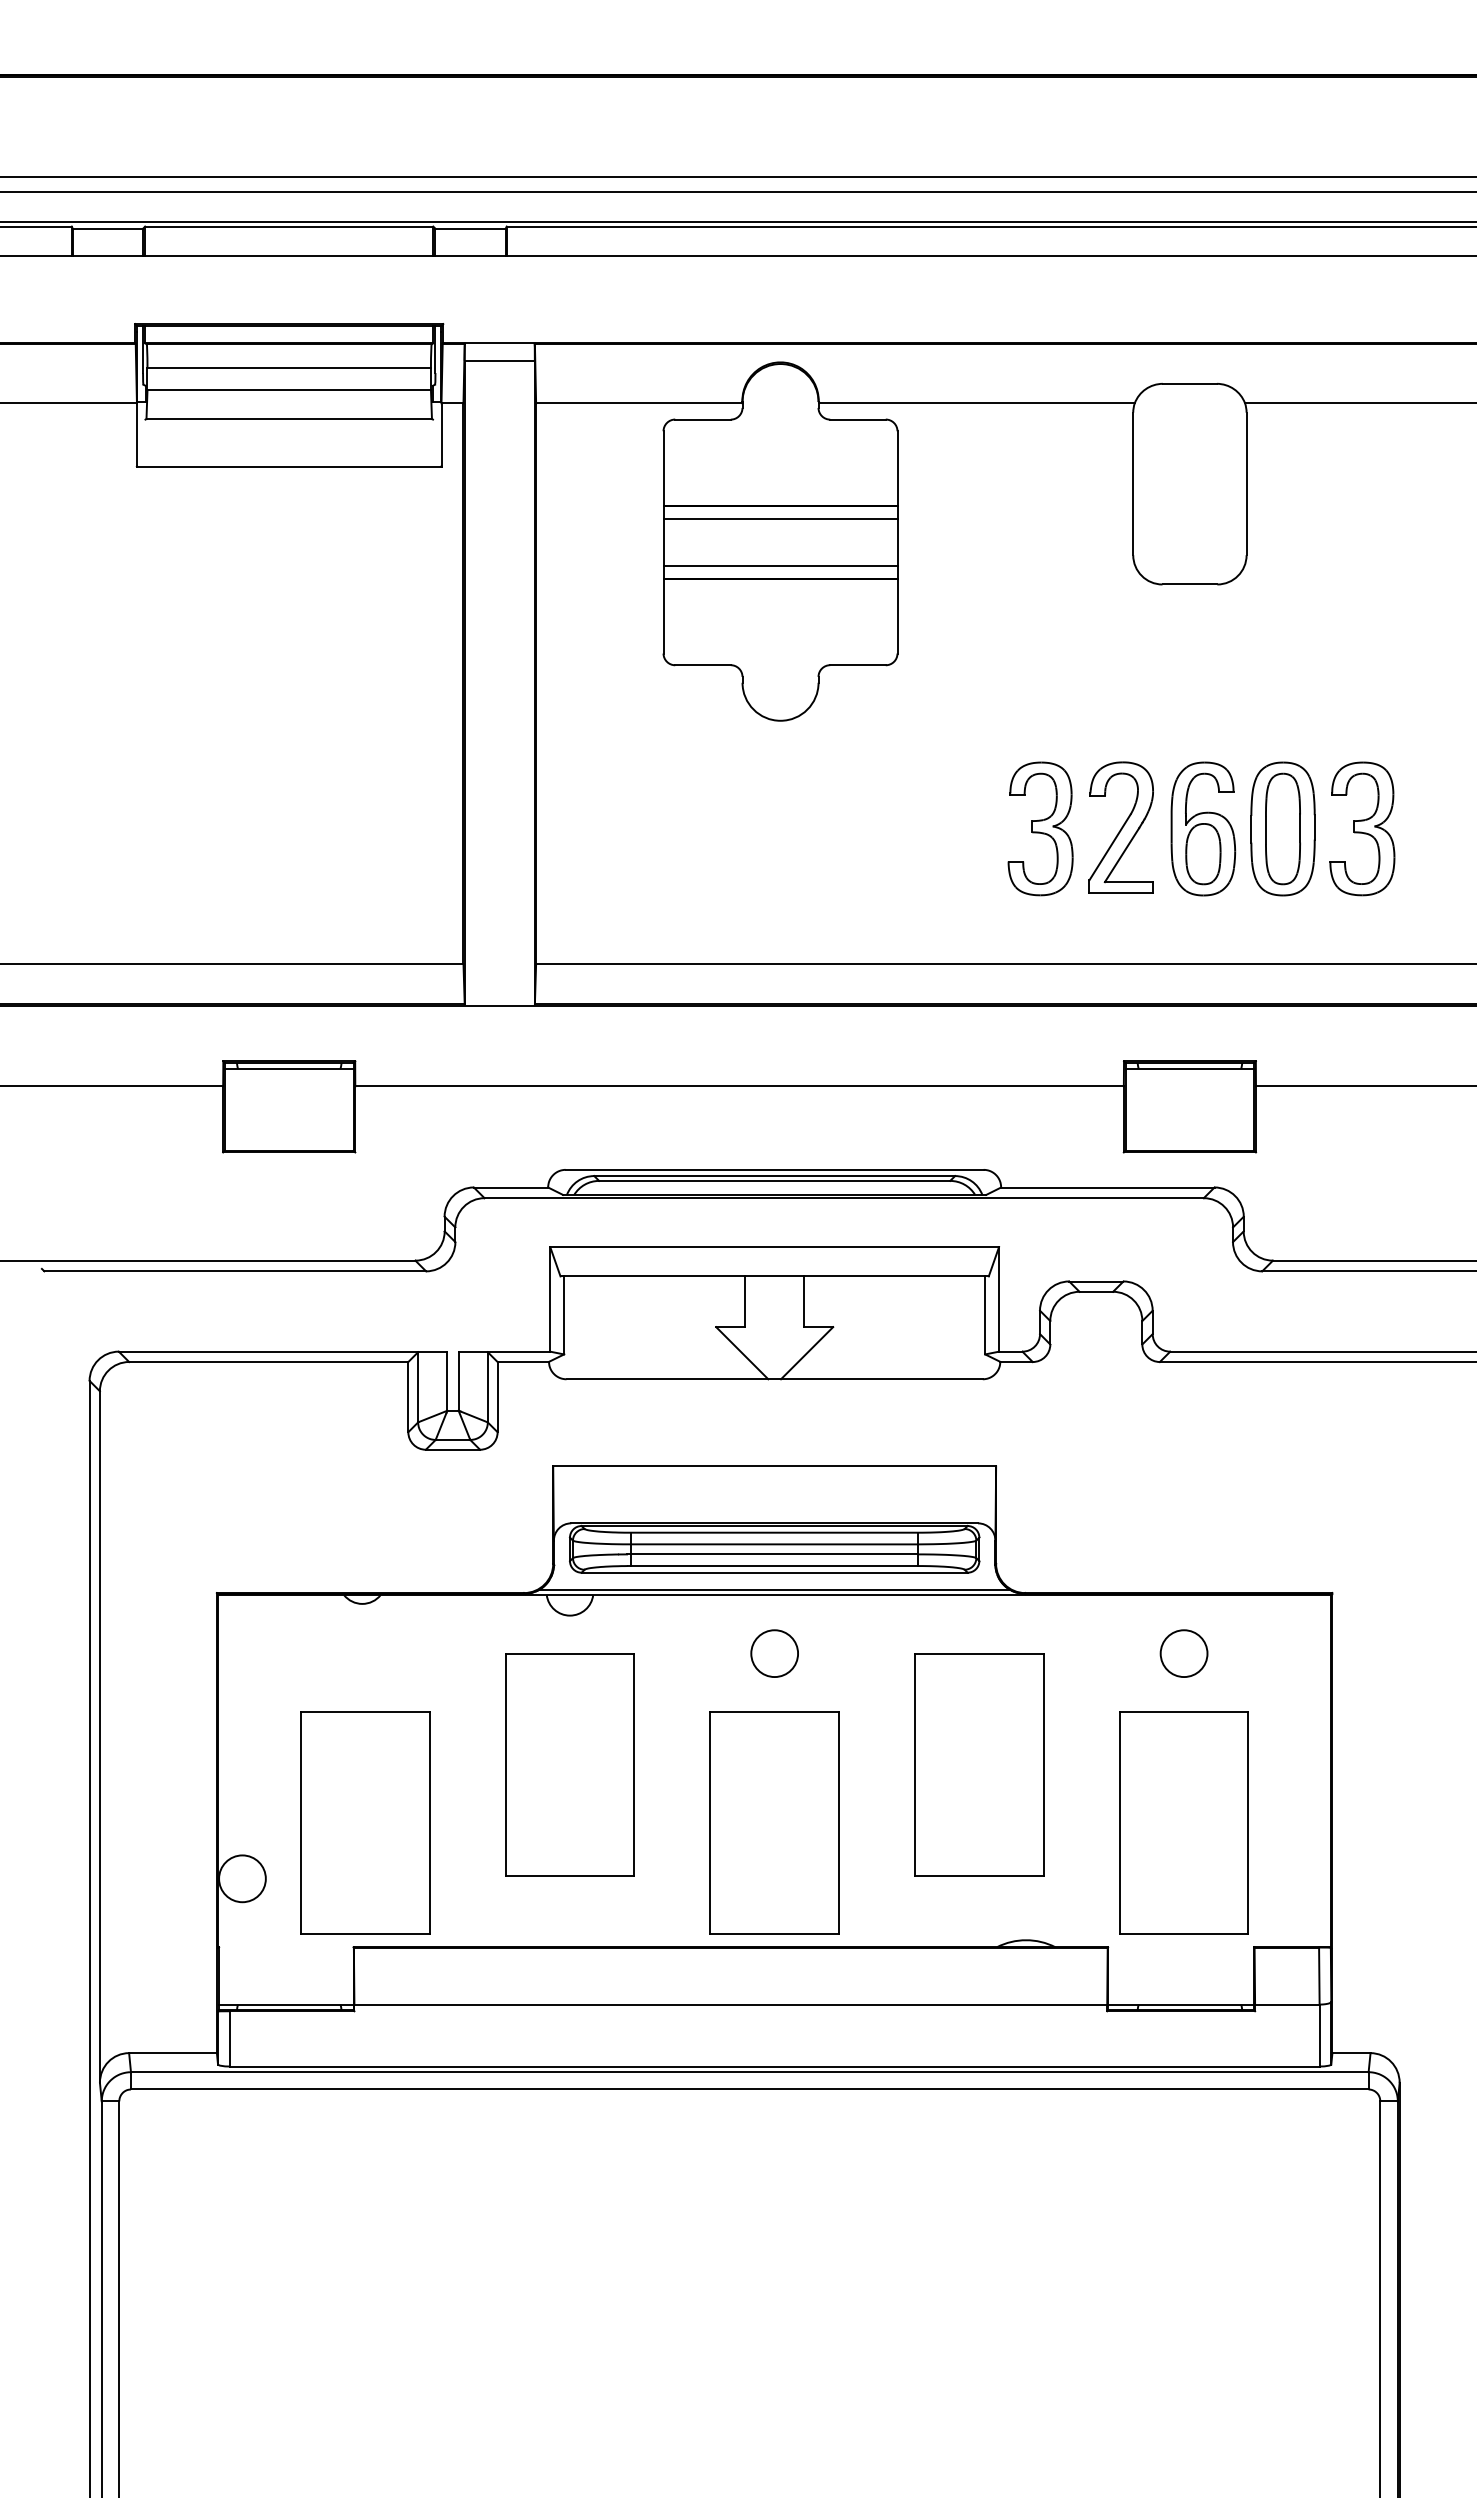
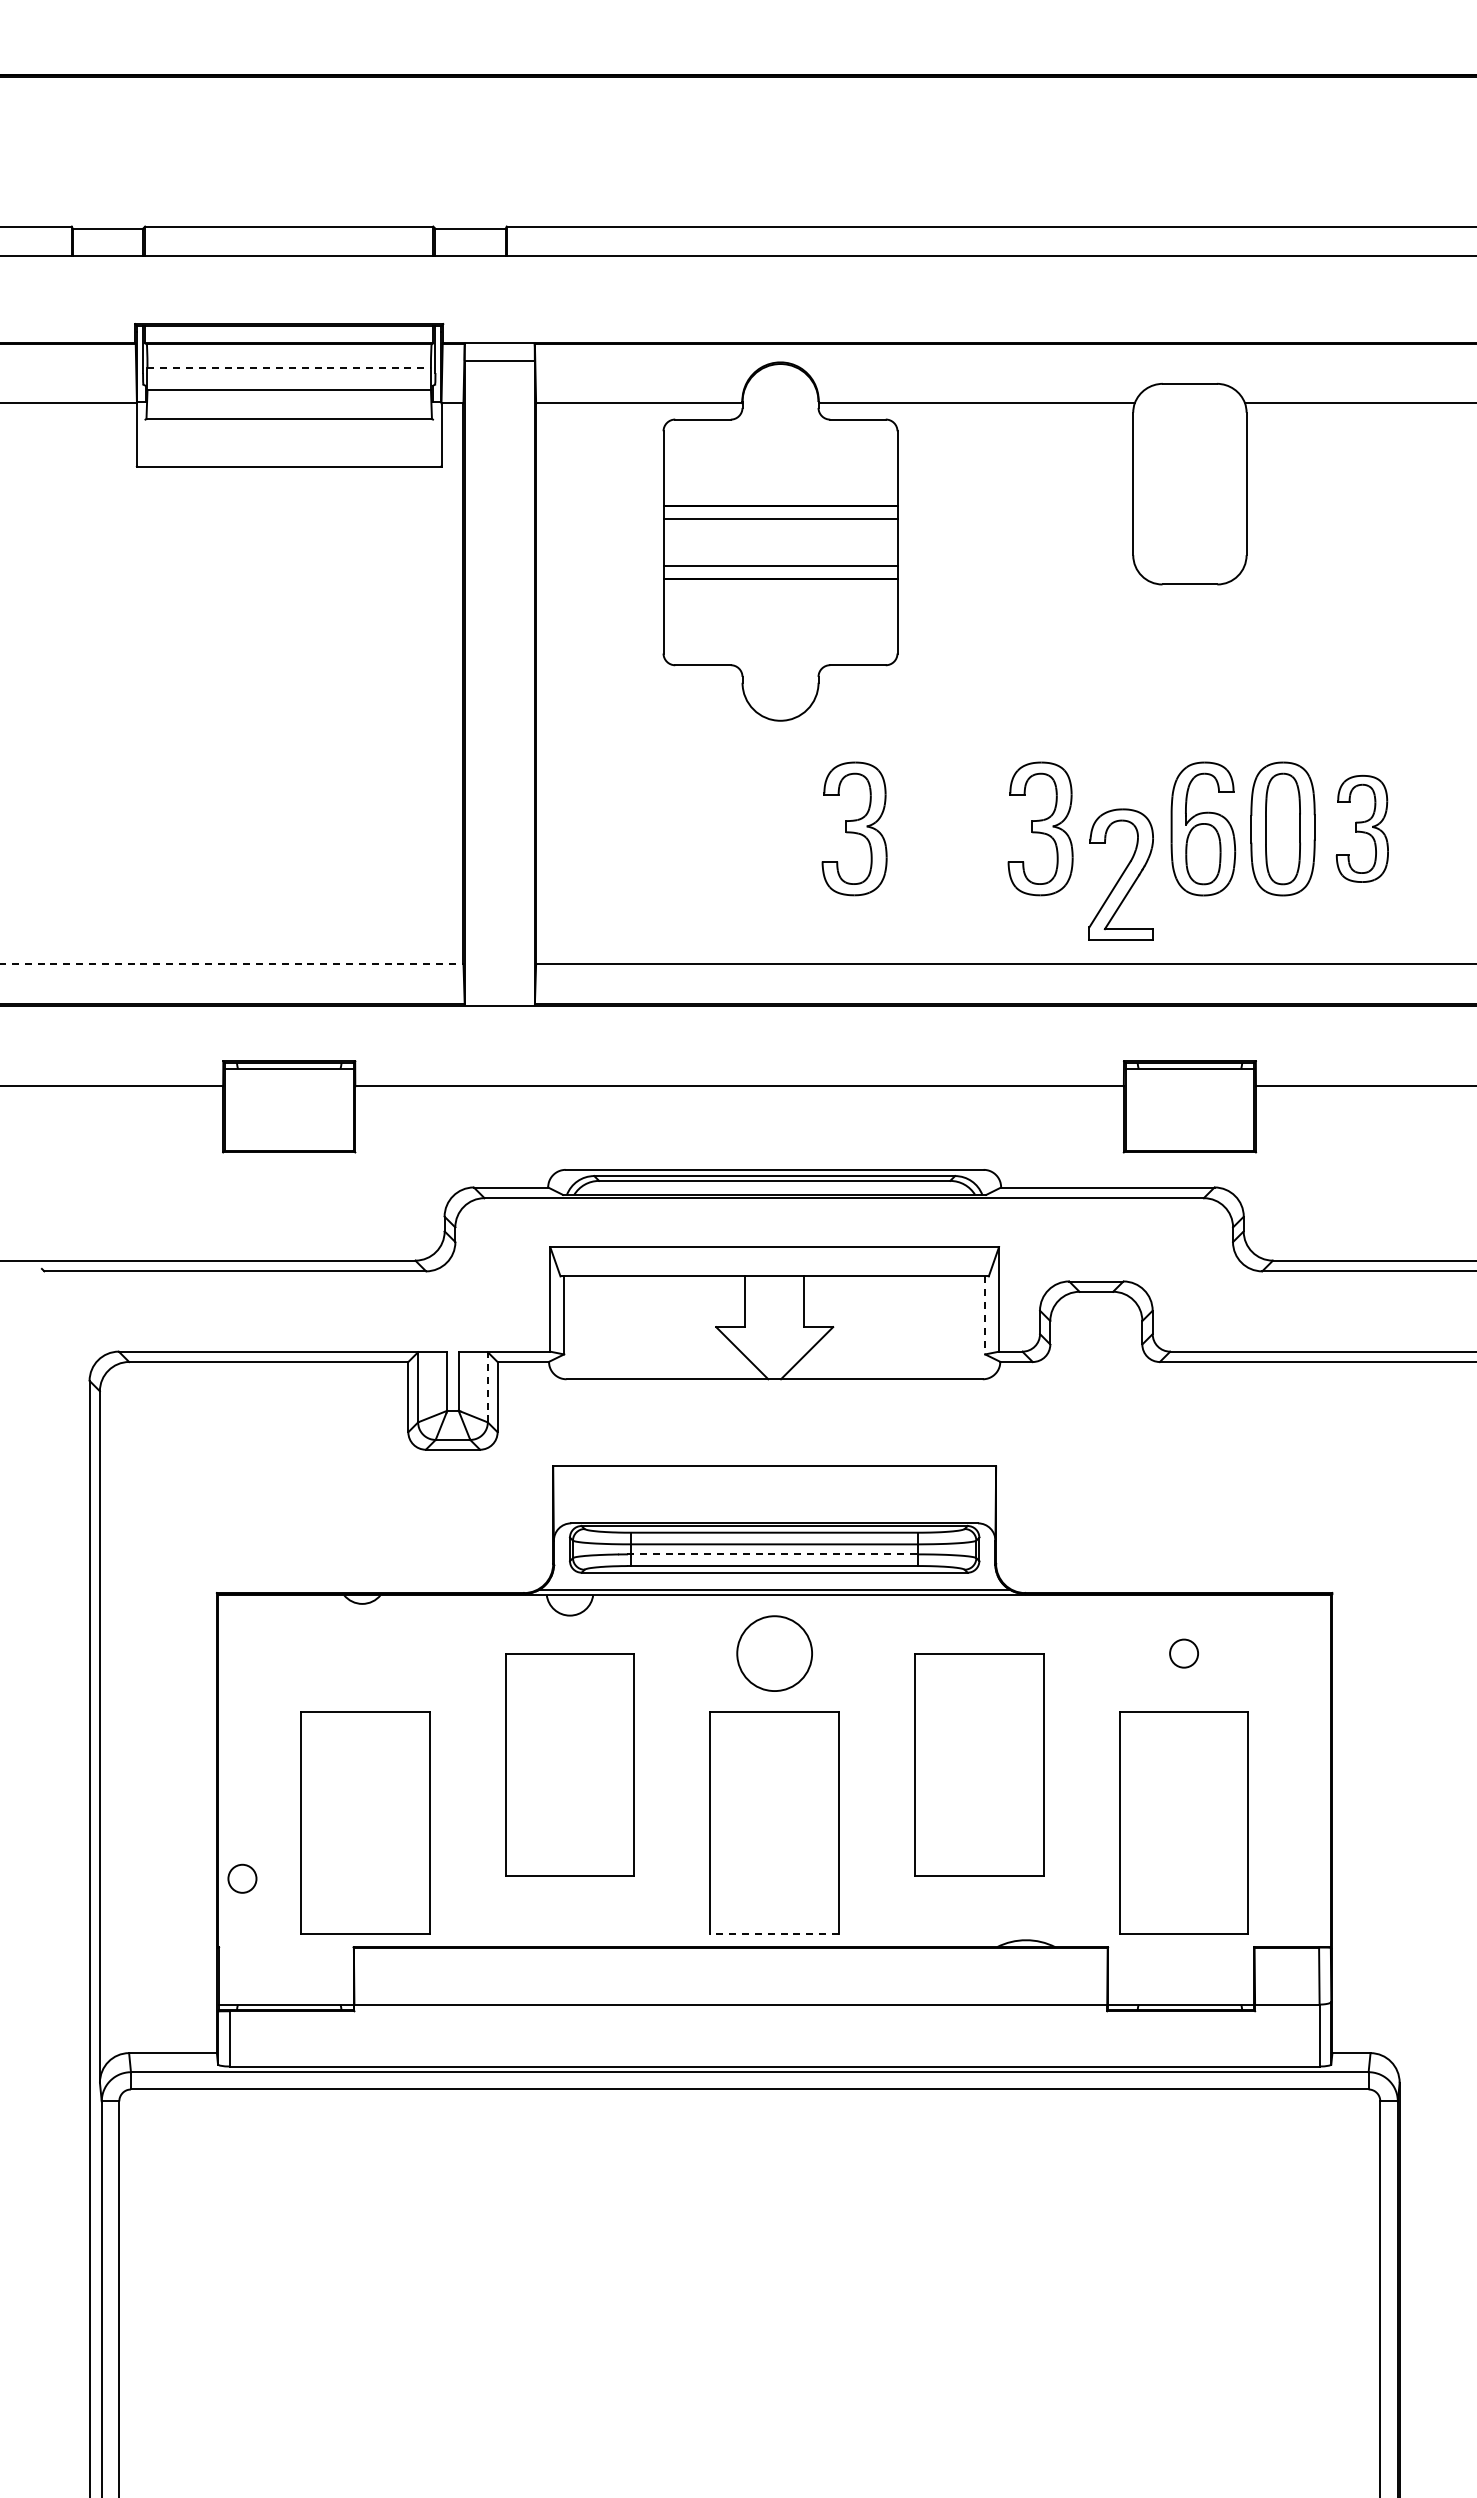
line at (737, 176): present -> none
line at (737, 191): present -> none
line at (737, 222): present -> none
line at (289, 367): solid -> dashed
part at (1120, 827) position: (1120, 827) -> (1120, 874)
part at (854, 828): none -> present
part at (1362, 828) size: 67x136 px -> 54x108 px
line at (232, 963): solid -> dashed
line at (985, 1315): solid -> dashed
line at (487, 1386): solid -> dashed
line at (772, 1554): solid -> dashed
circle at (774, 1653) diameter: 47 px -> 75 px
circle at (1183, 1653) diameter: 47 px -> 28 px
circle at (242, 1878) diameter: 47 px -> 28 px
line at (774, 1934): solid -> dashed
